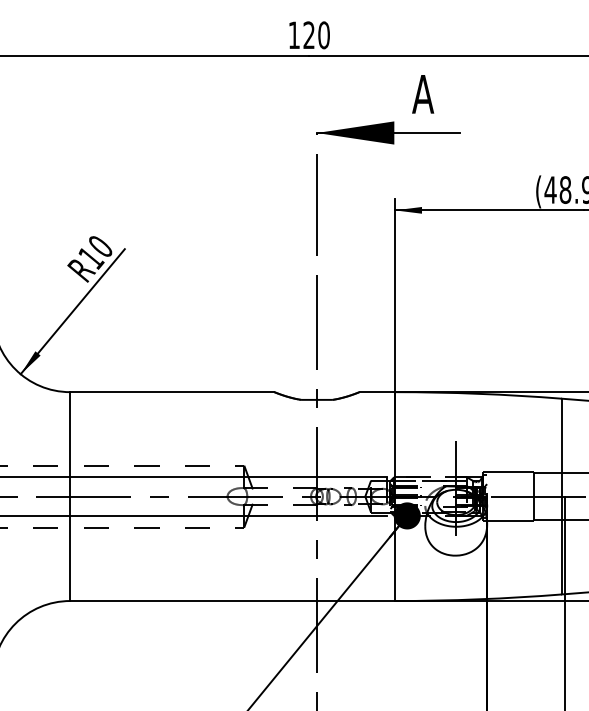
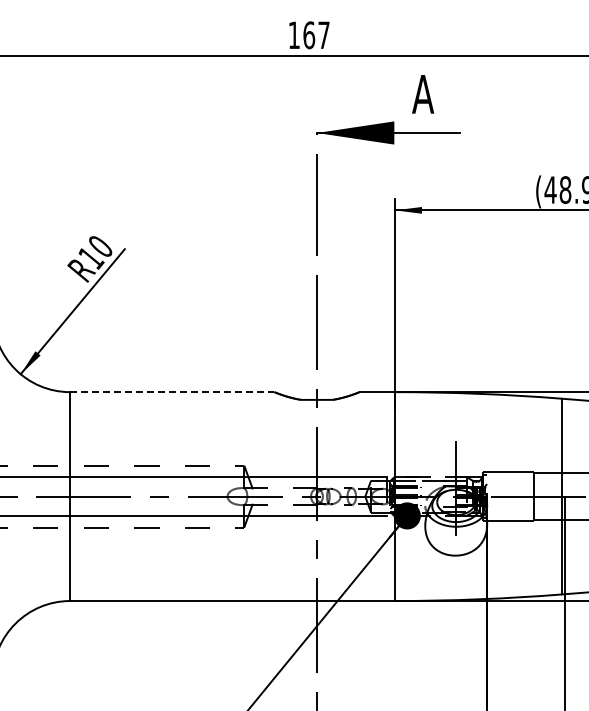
text at (316, 35): 120 -> 167
line at (172, 392): solid -> dashed
